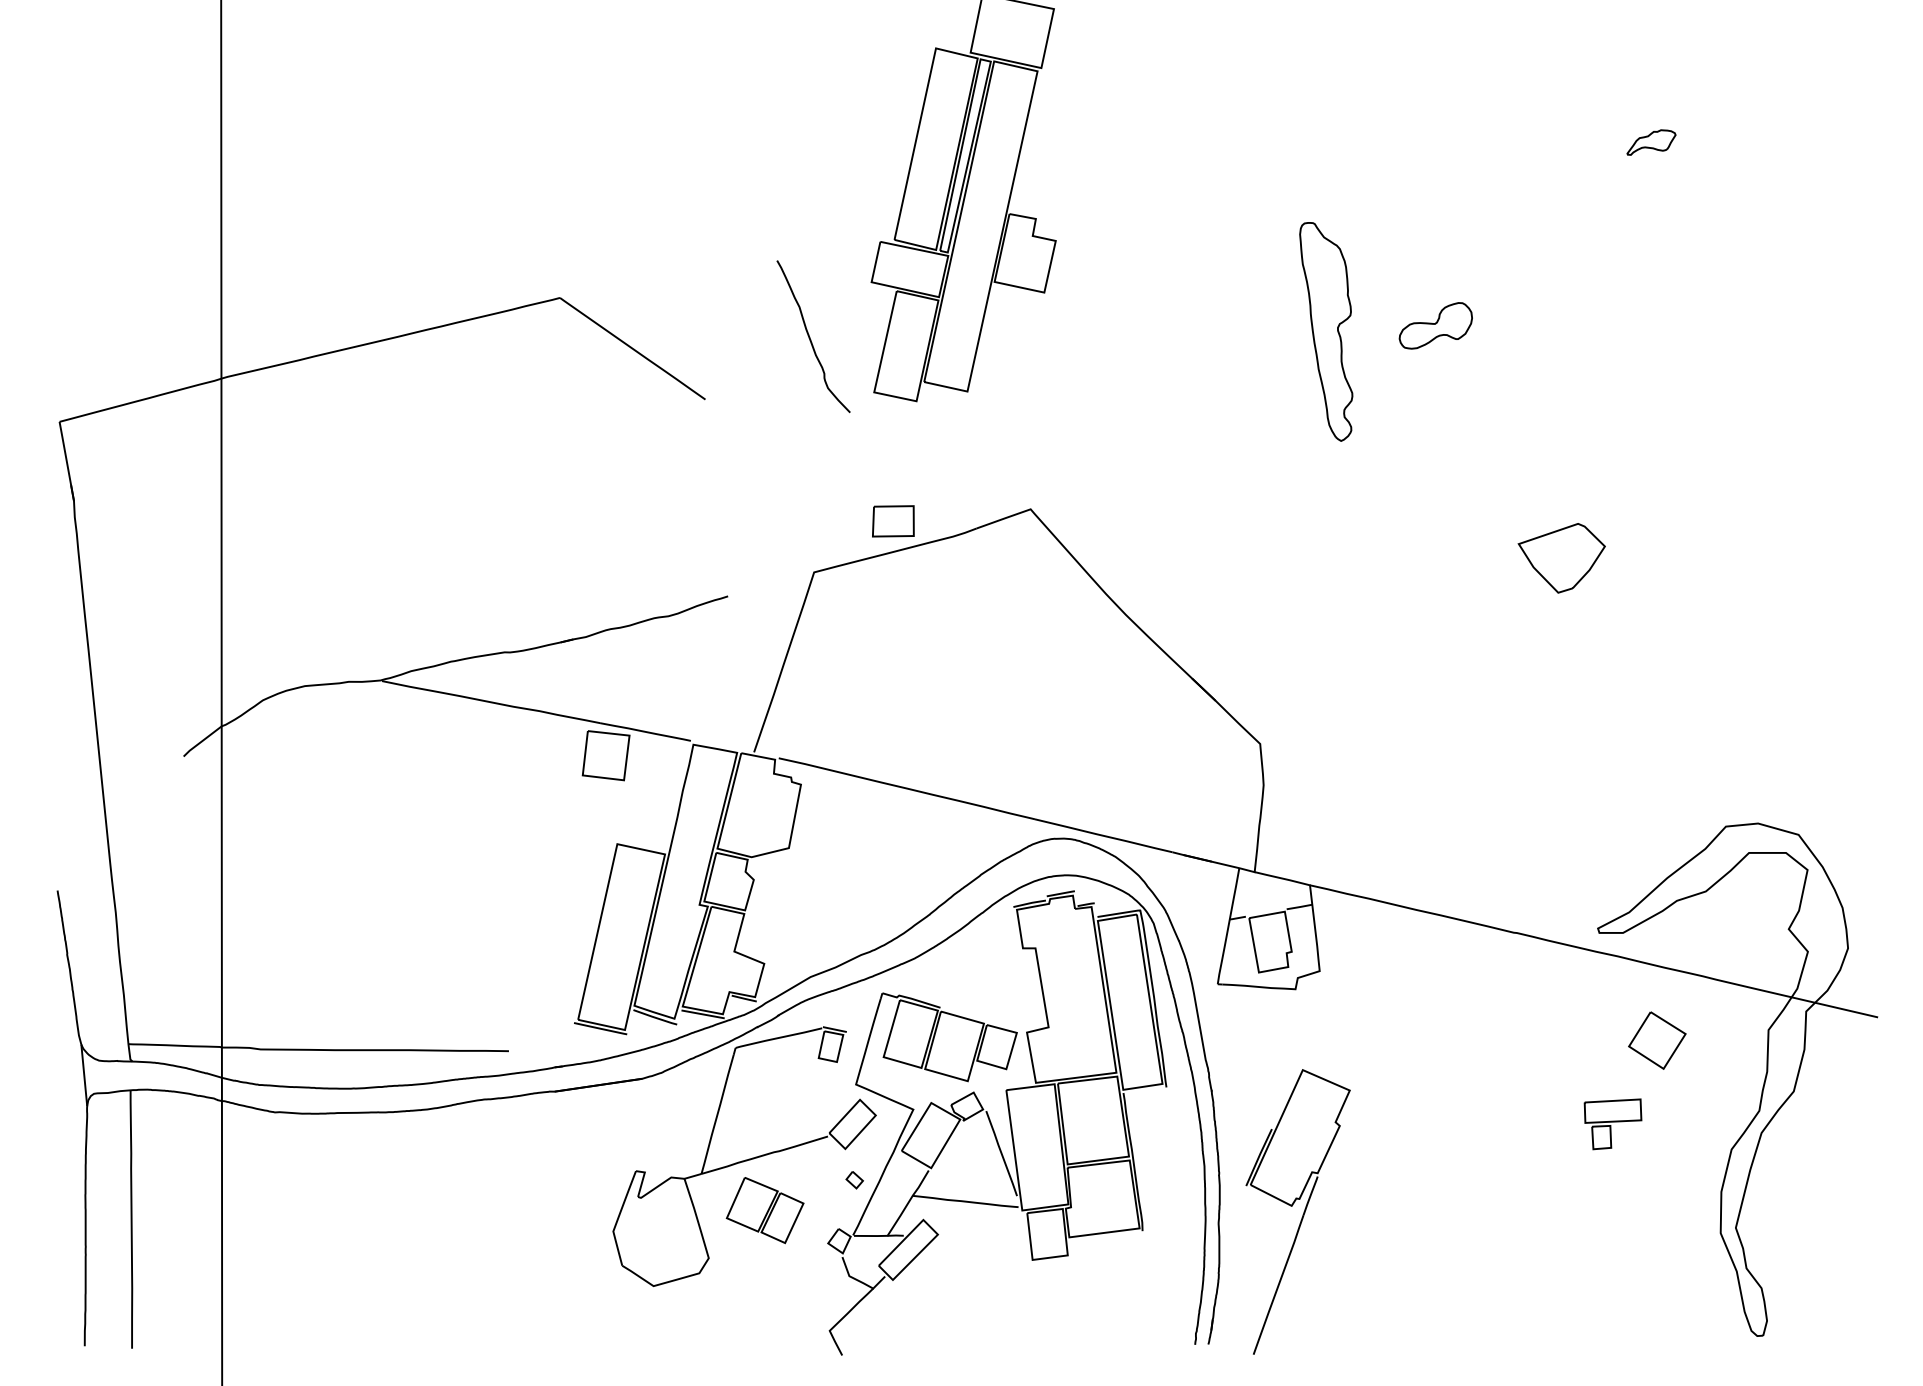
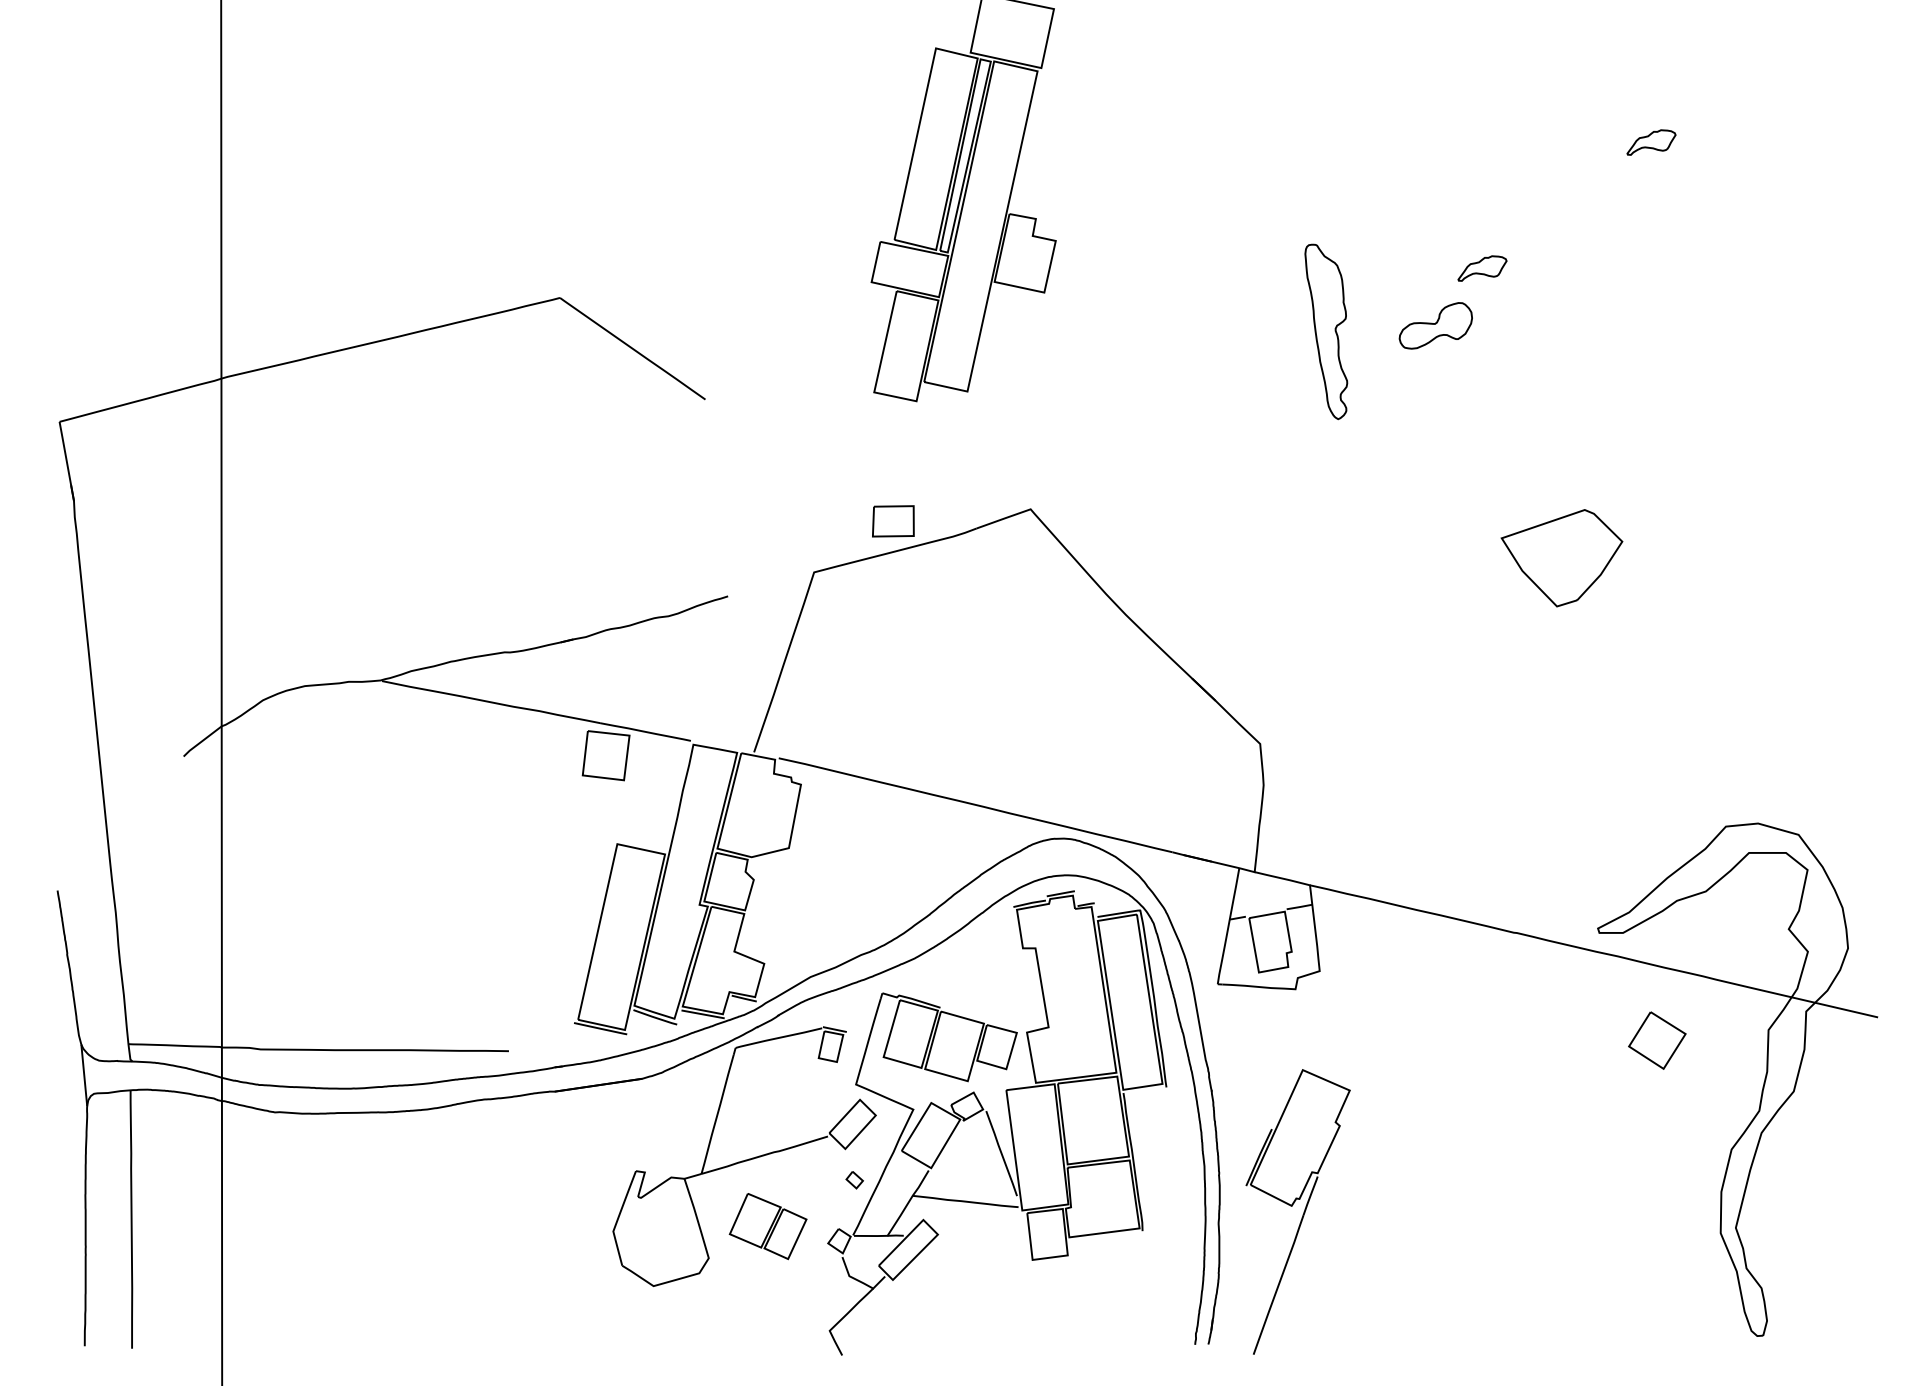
part at (1482, 268): none -> present
part at (1326, 331) size: 55x220 px -> 45x178 px
curve at (810, 337): present -> none
part at (1561, 558) size: 89x71 px -> 124x99 px
part at (1612, 1124): present -> none
part at (764, 1210) position: (764, 1210) -> (767, 1226)
